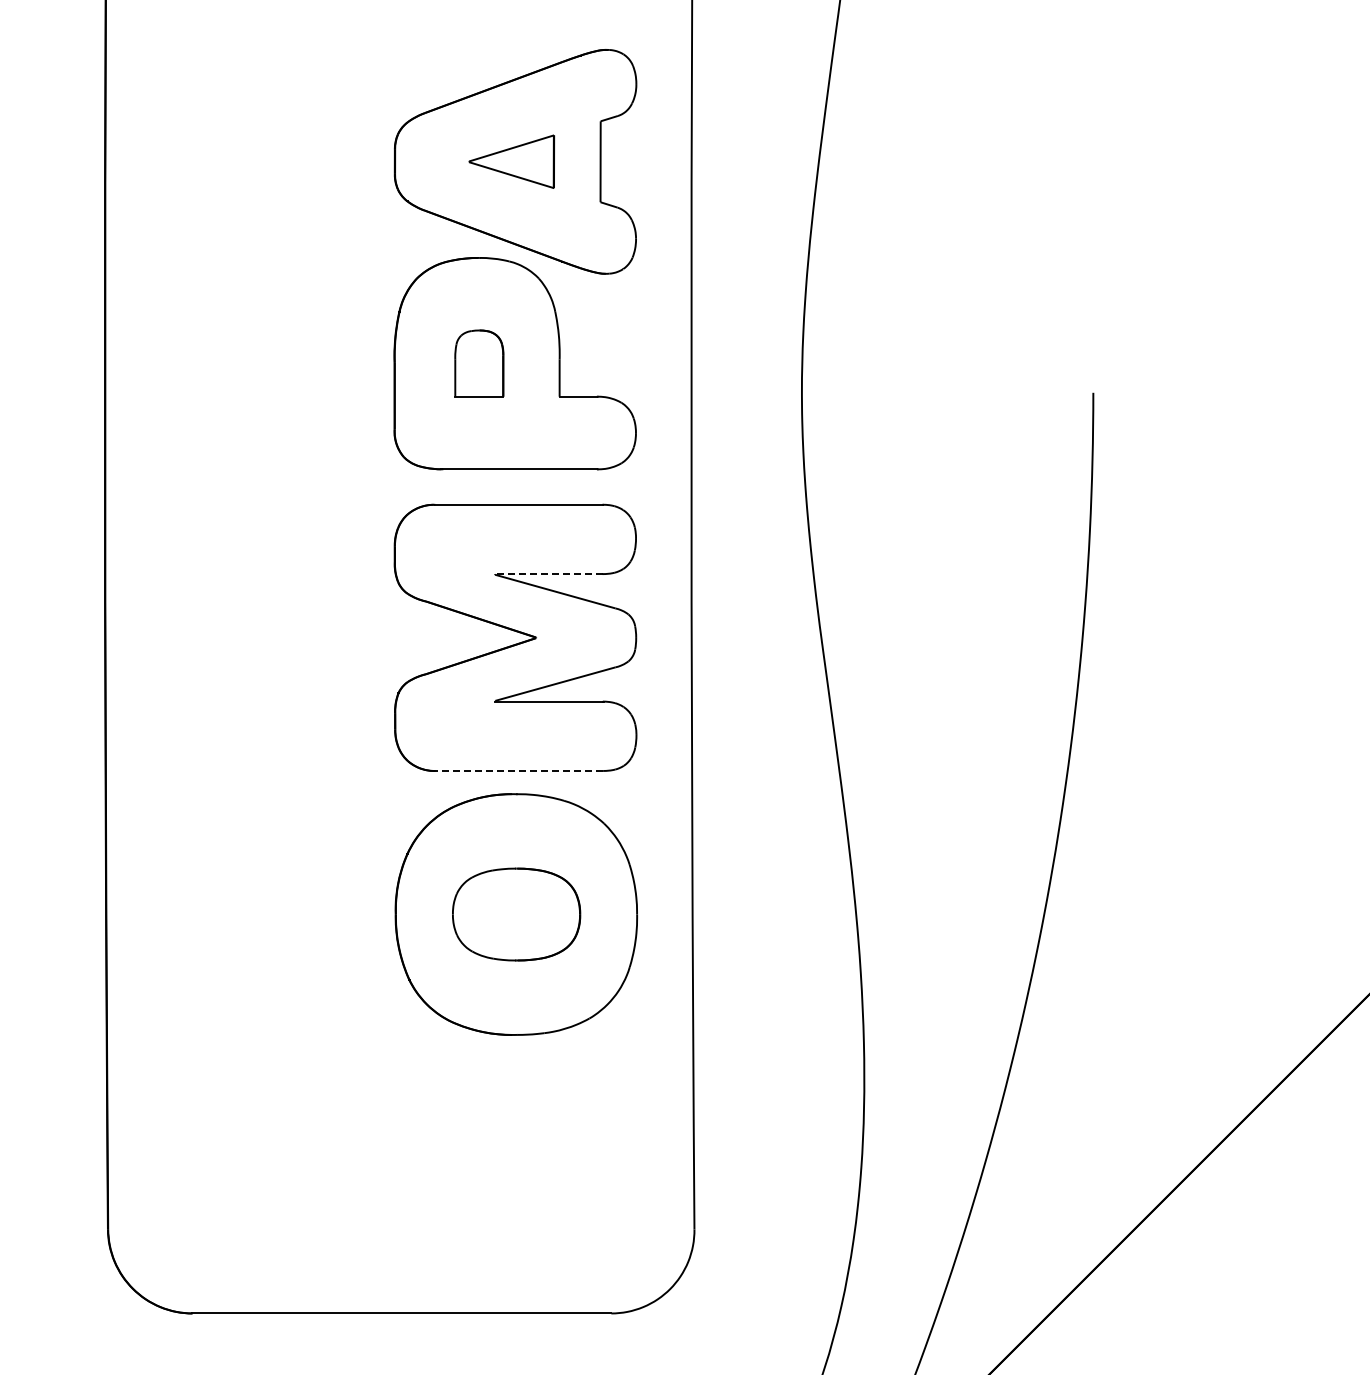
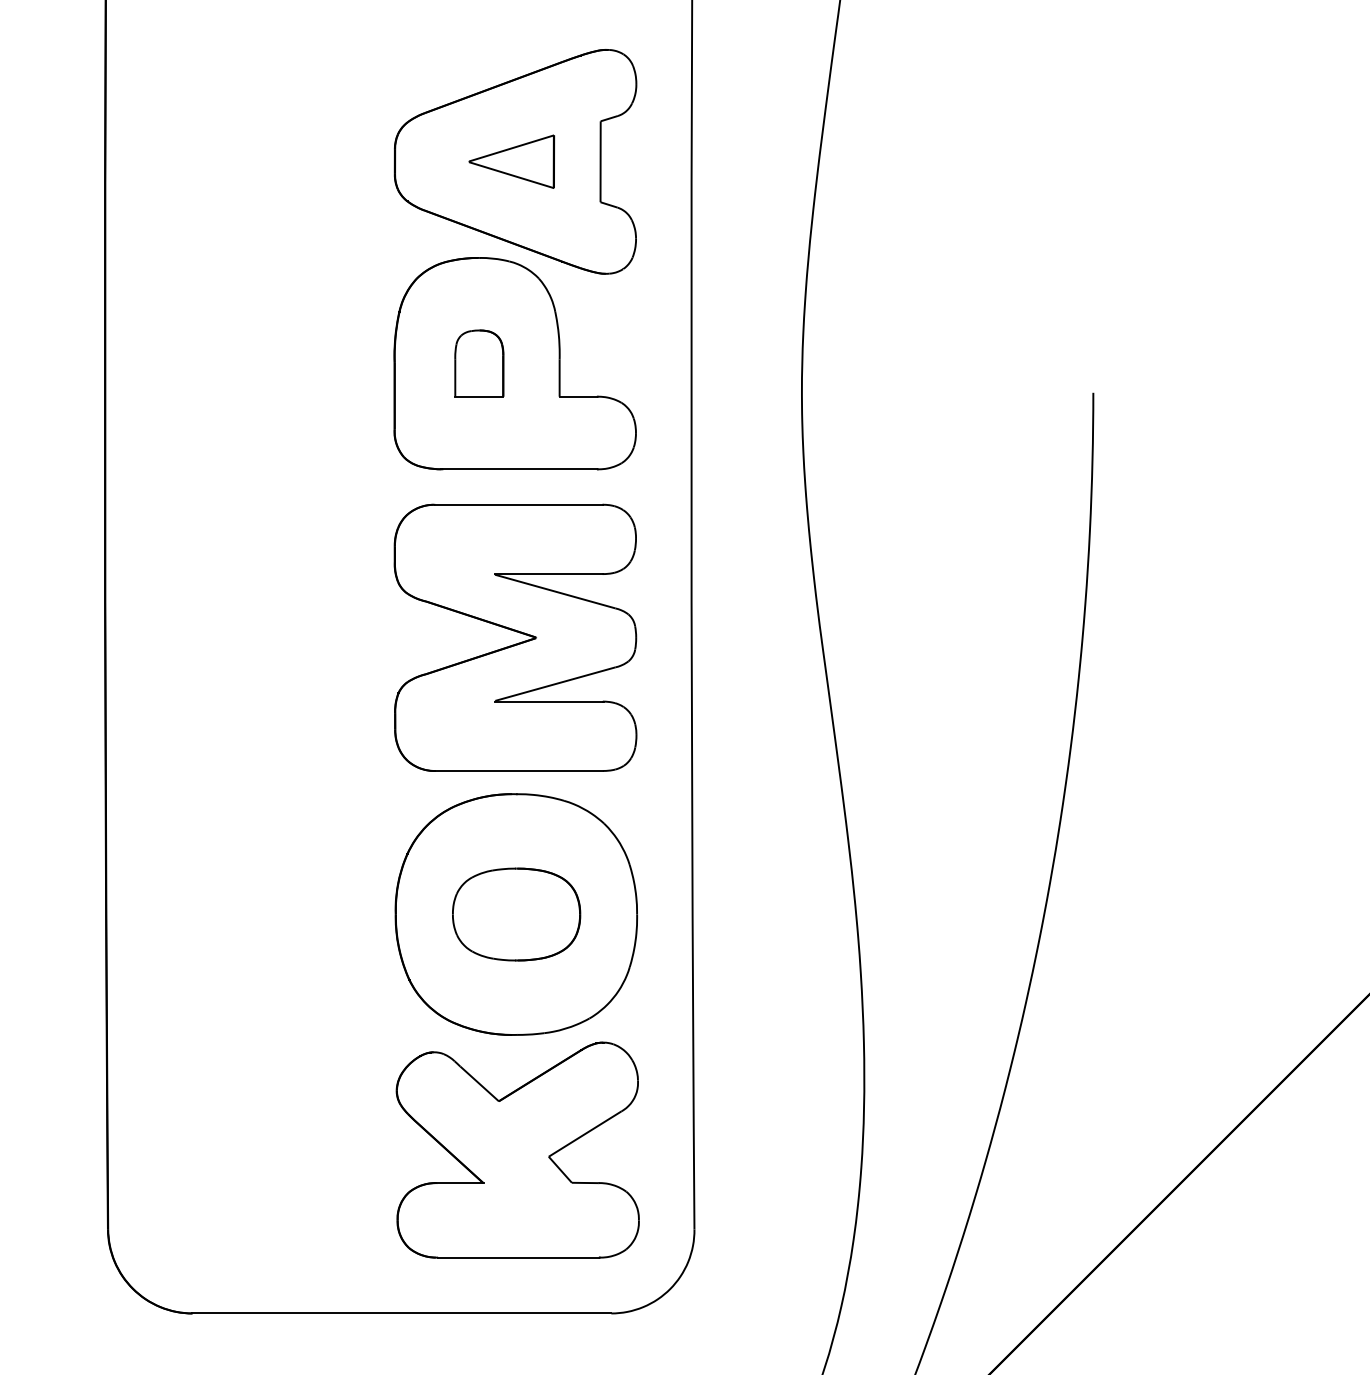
line at (548, 574): dashed -> solid
line at (519, 770): dashed -> solid
part at (517, 1149): none -> present
